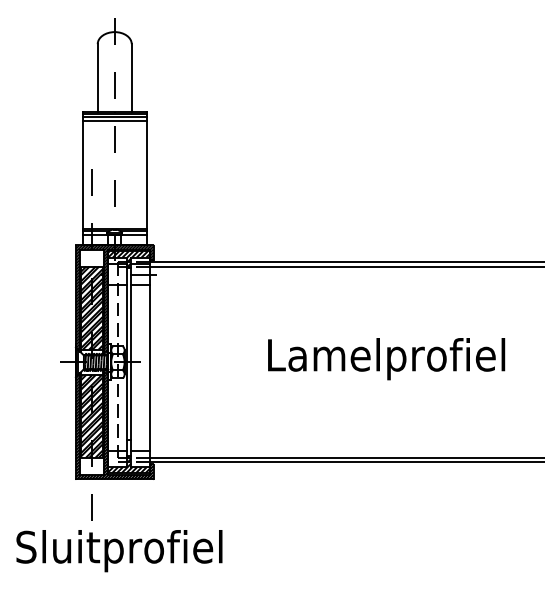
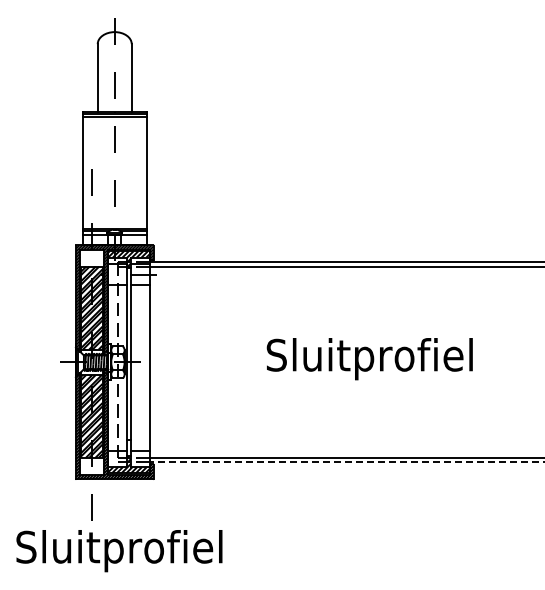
line at (114, 120): present -> none
text at (385, 359): Lamelprofiel -> Sluitprofiel
line at (346, 462): solid -> dashed
